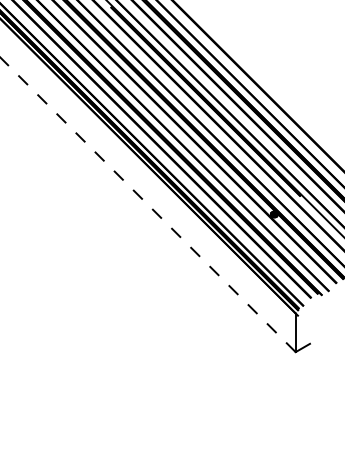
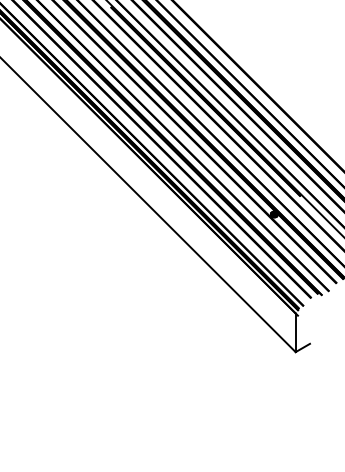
line at (147, 204): dashed -> solid
